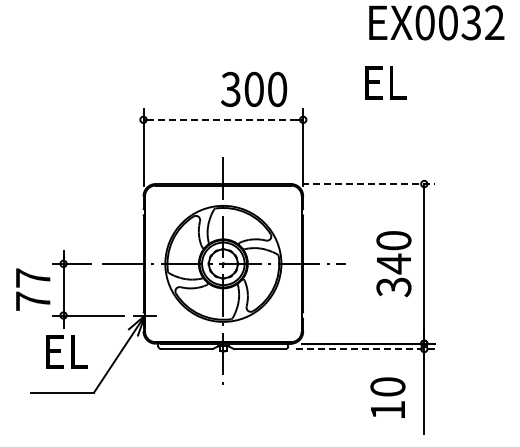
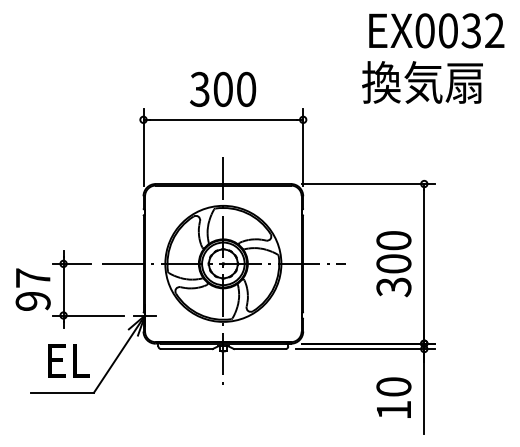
text at (436, 22) position: (436, 22) -> (436, 30)
text at (422, 82): EL -> 換気扇
text at (254, 88) position: (254, 88) -> (223, 88)
line at (222, 119): dashed -> solid
line at (368, 184): dashed -> solid
text at (393, 263): 340 -> 300
text at (32, 300): 77 -> 97
line at (366, 349): dashed -> solid
text at (66, 351) position: (66, 351) -> (68, 360)
text at (387, 397) position: (387, 397) -> (393, 397)
